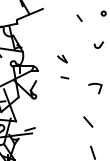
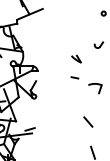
line at (79, 17): present -> none
part at (62, 58) position: (62, 58) -> (76, 58)
line at (64, 77) position: (64, 77) -> (74, 77)
